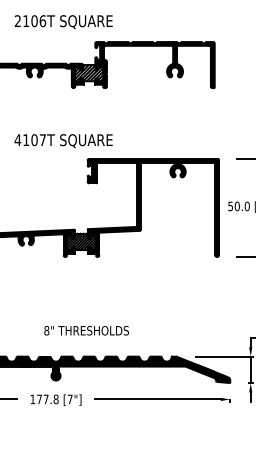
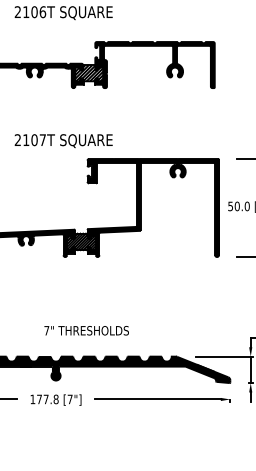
text at (63, 22) position: (63, 22) -> (63, 13)
text at (17, 139): 4107T -> 2107T
text at (46, 330): 8" -> 7"
